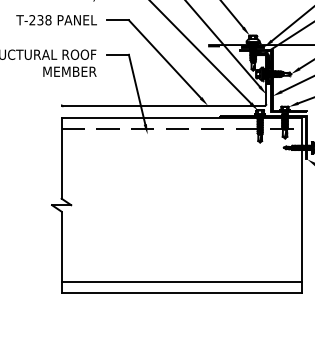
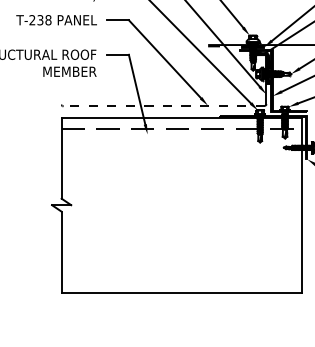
line at (163, 105): solid -> dashed
line at (181, 281): present -> none
